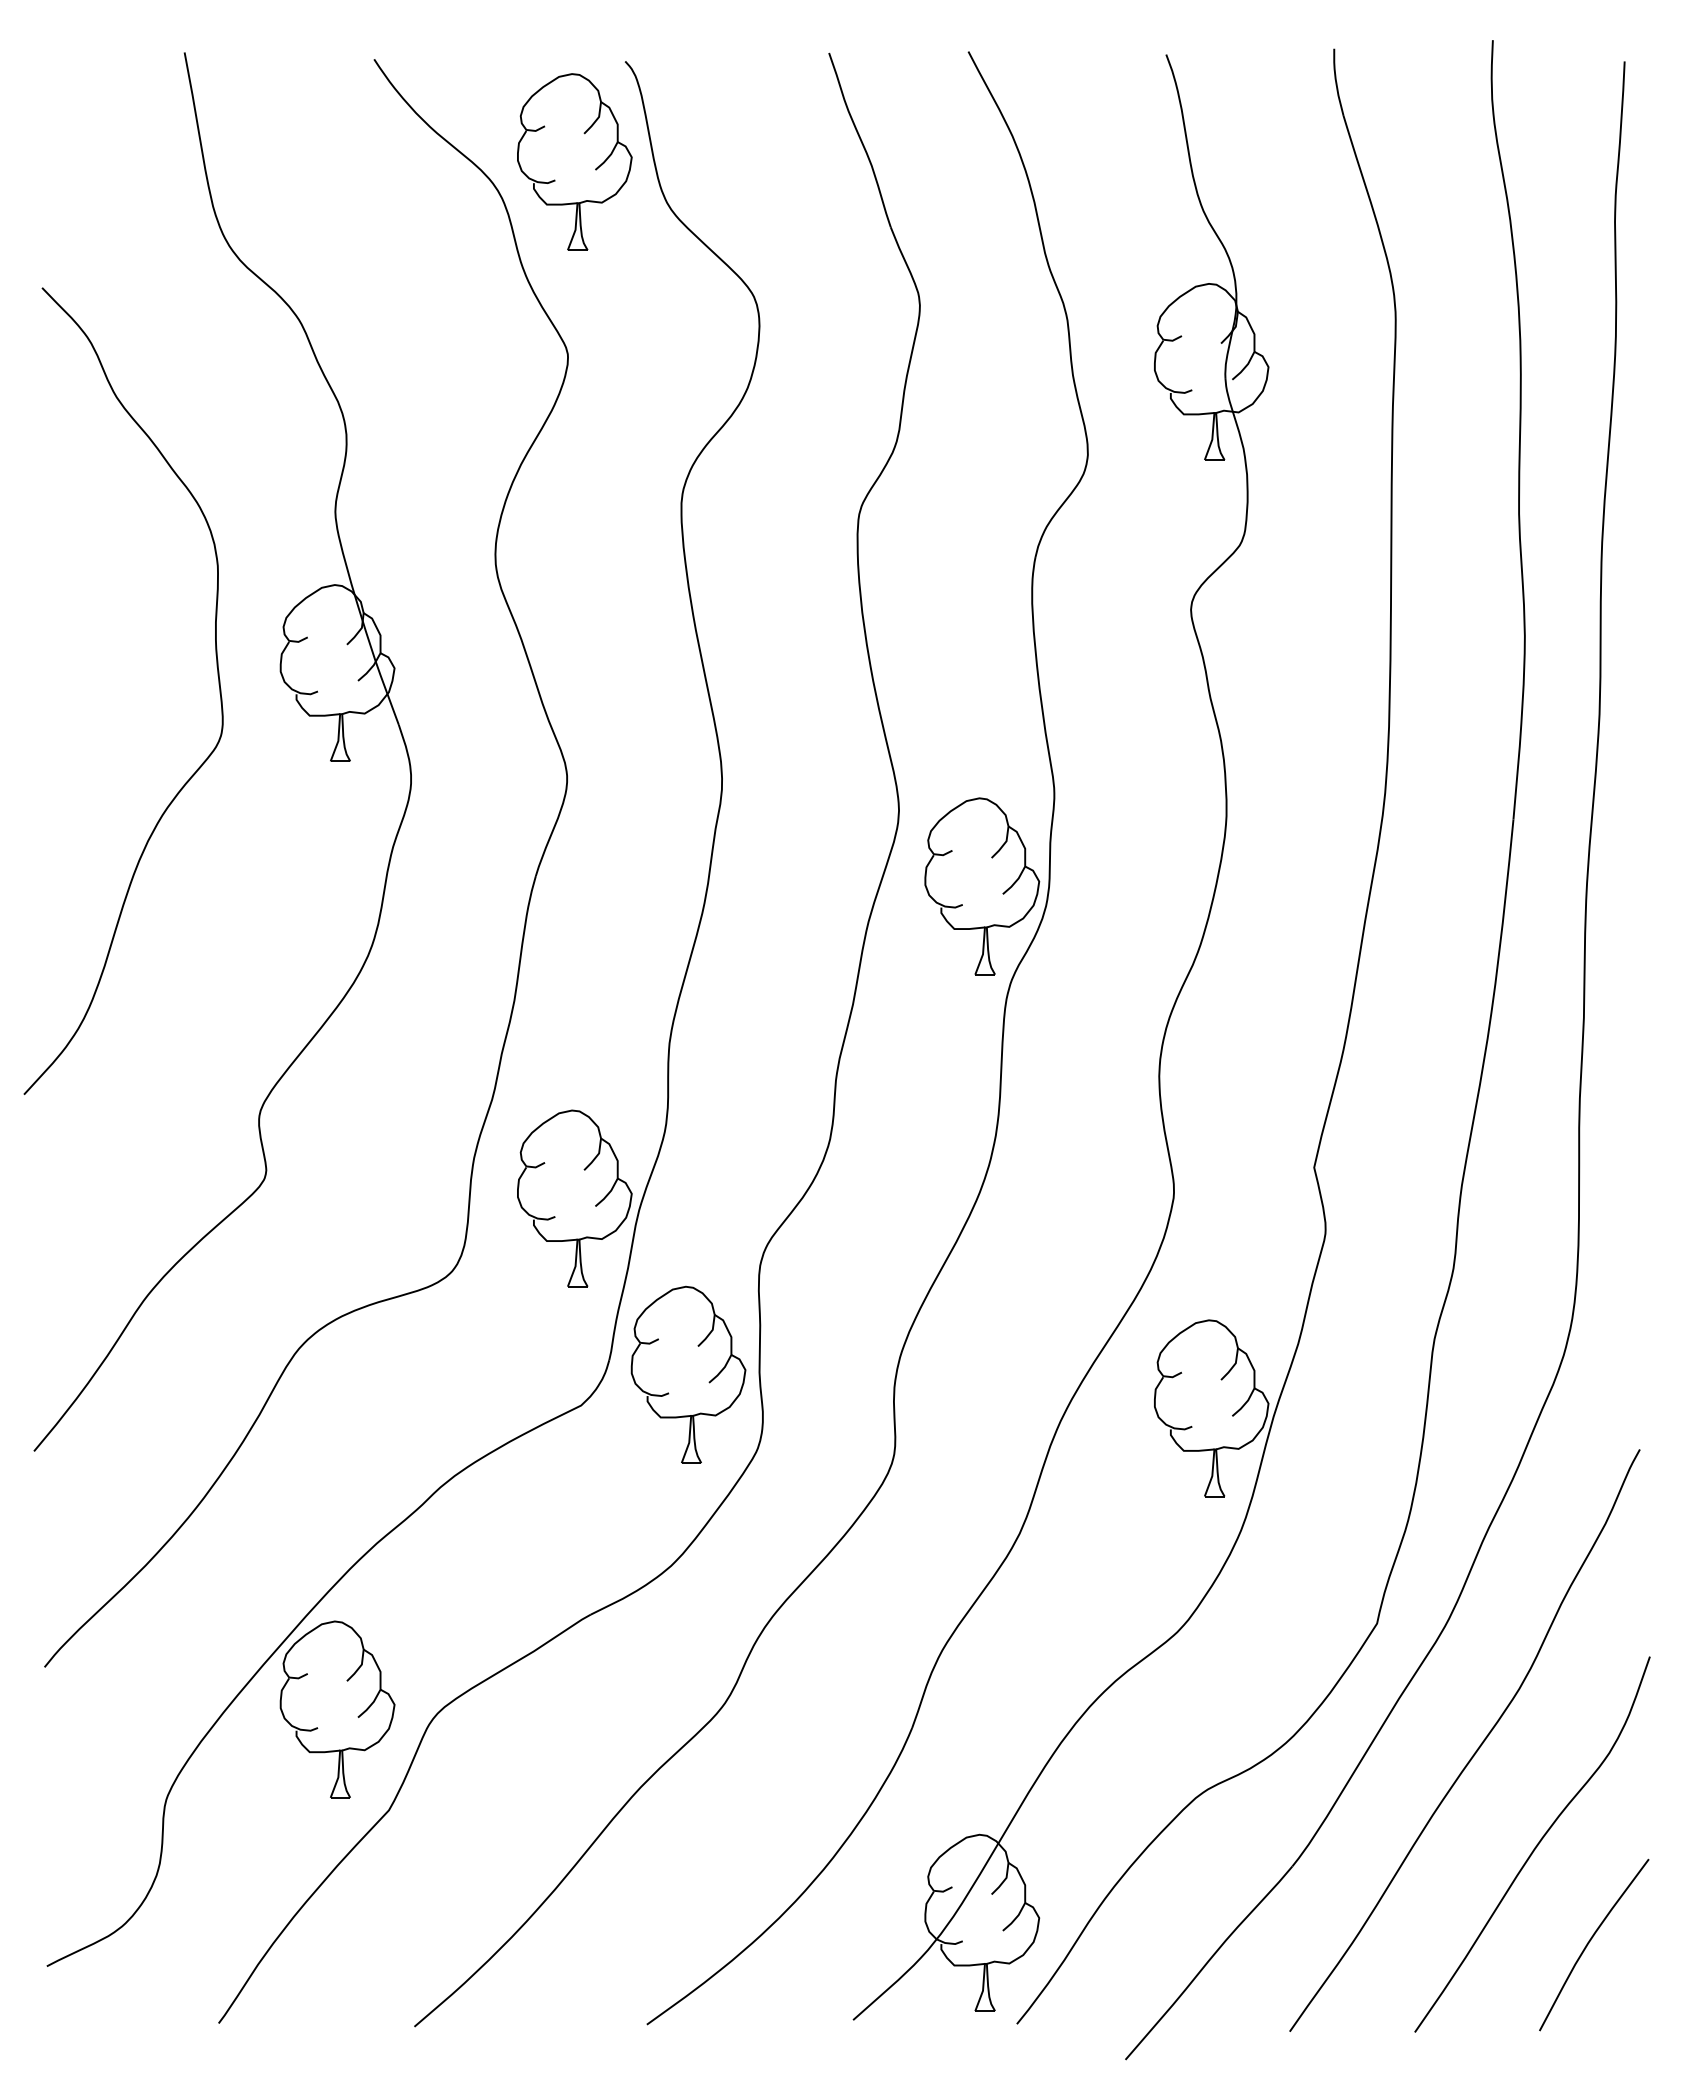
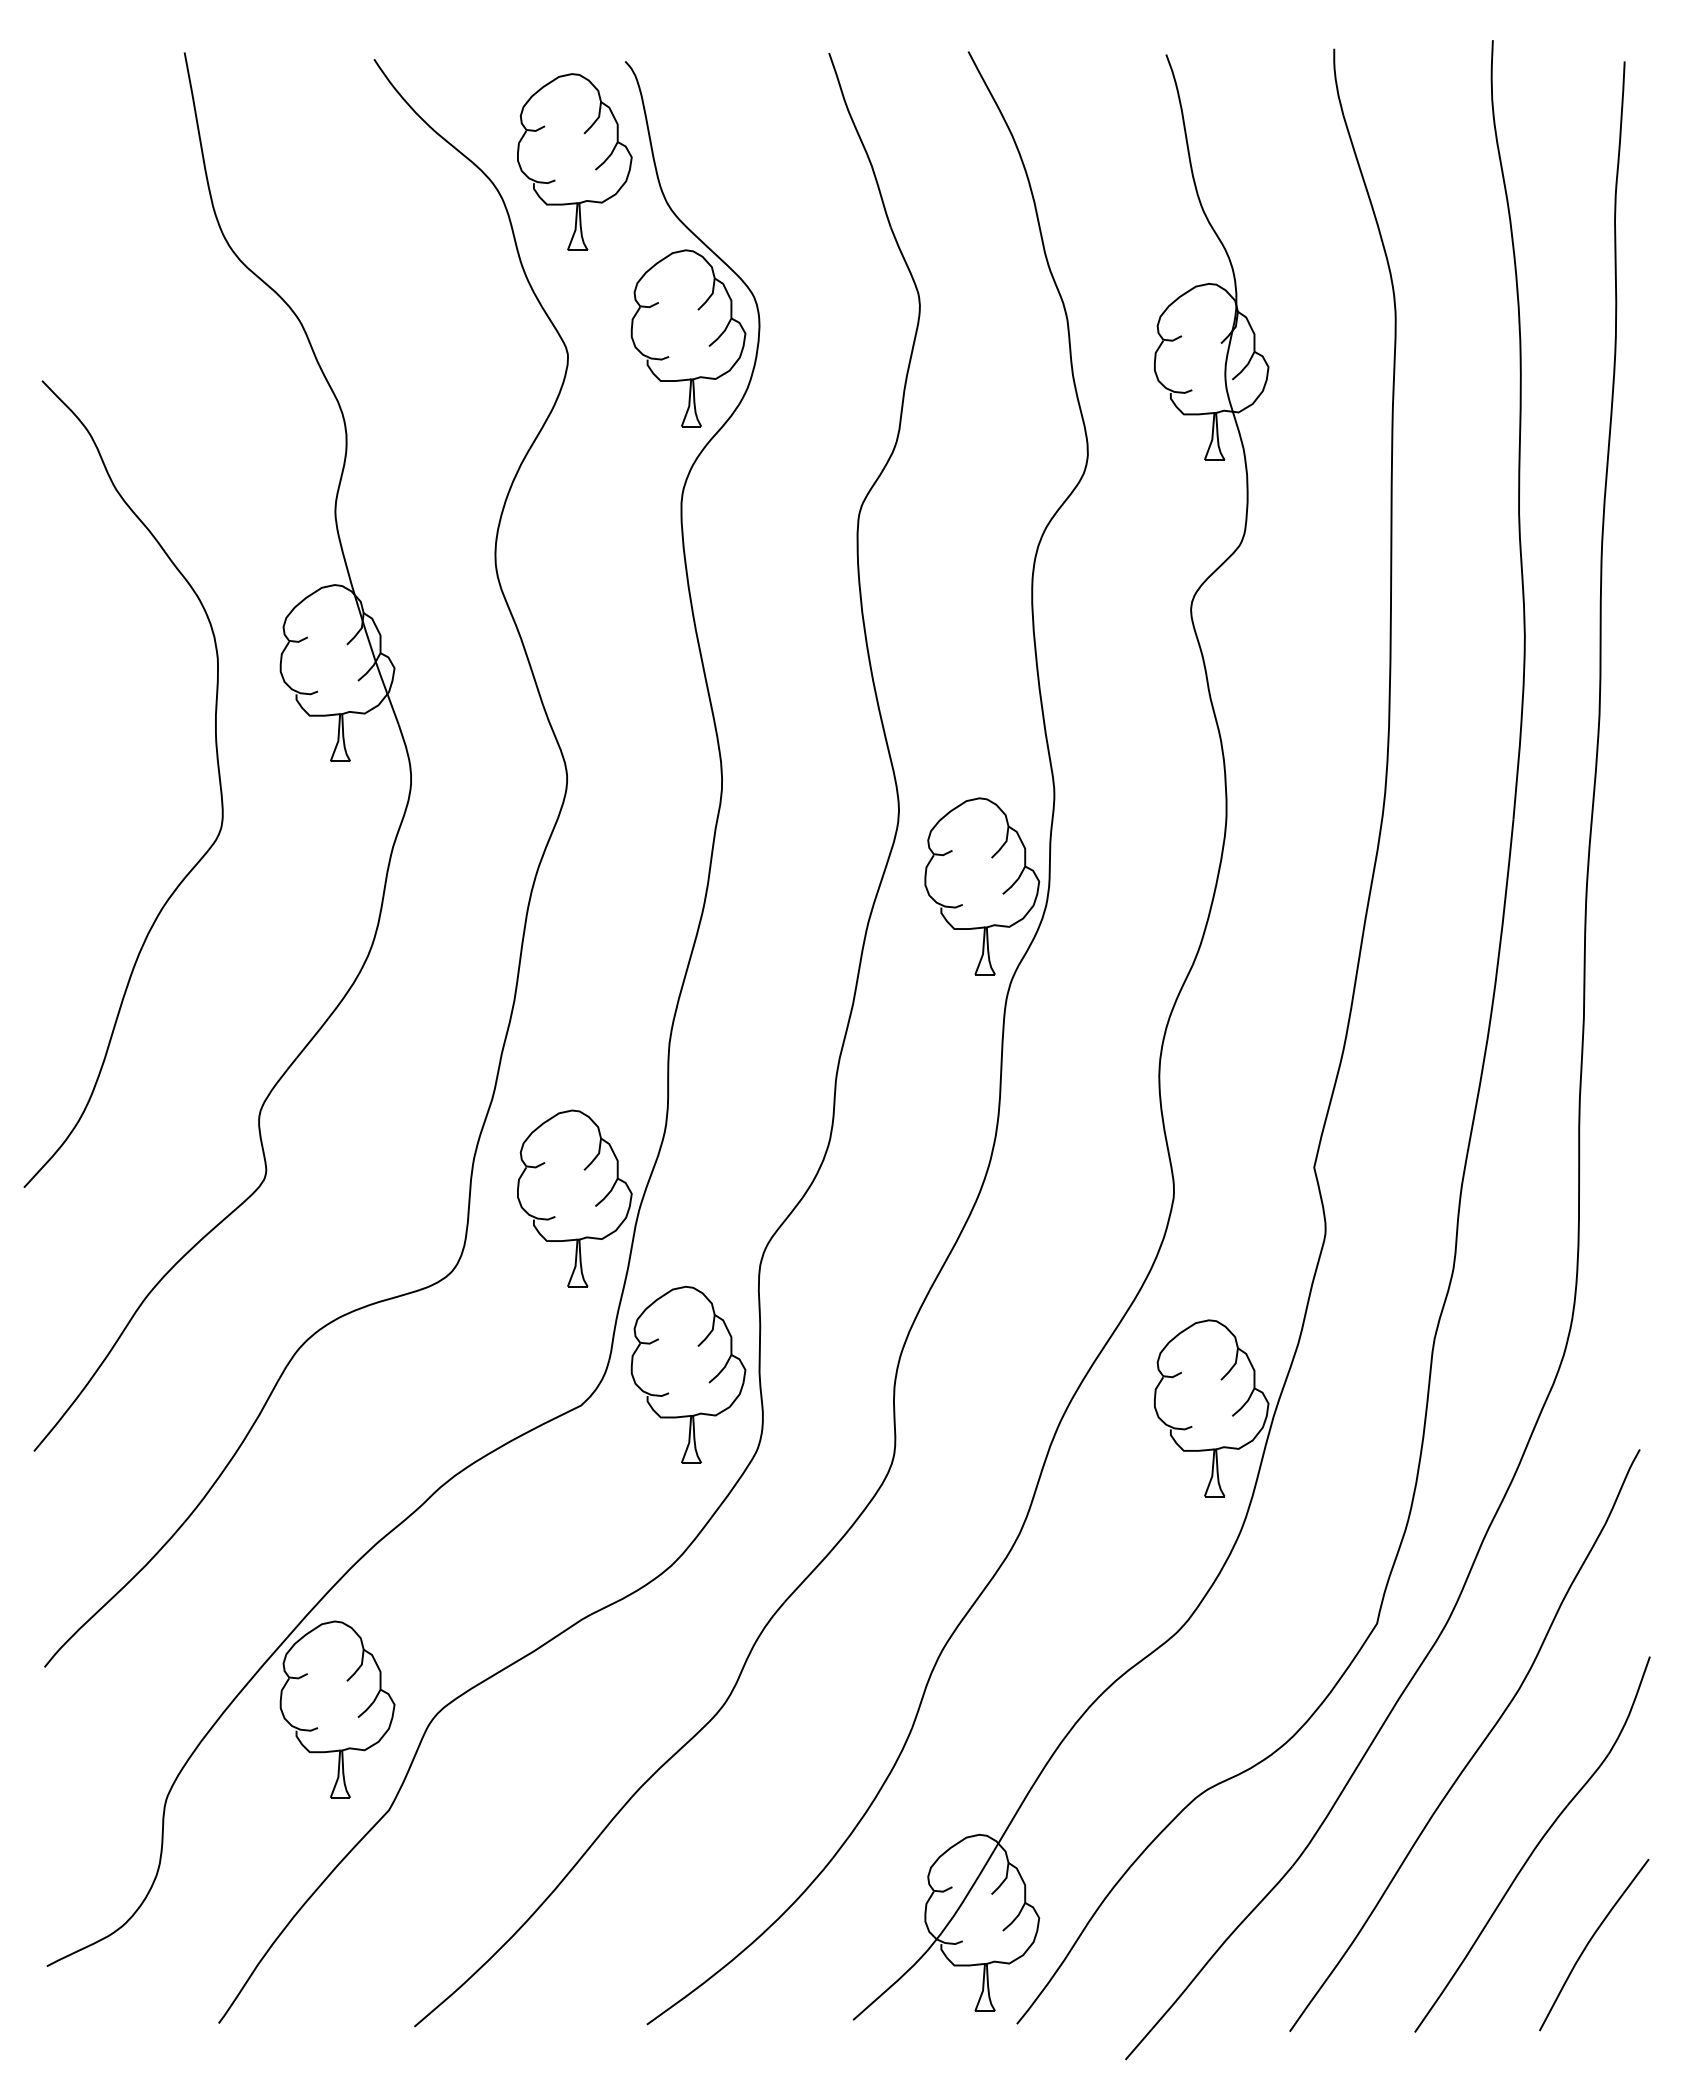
part at (688, 338): none -> present
curve at (217, 676) position: (217, 676) -> (217, 769)
